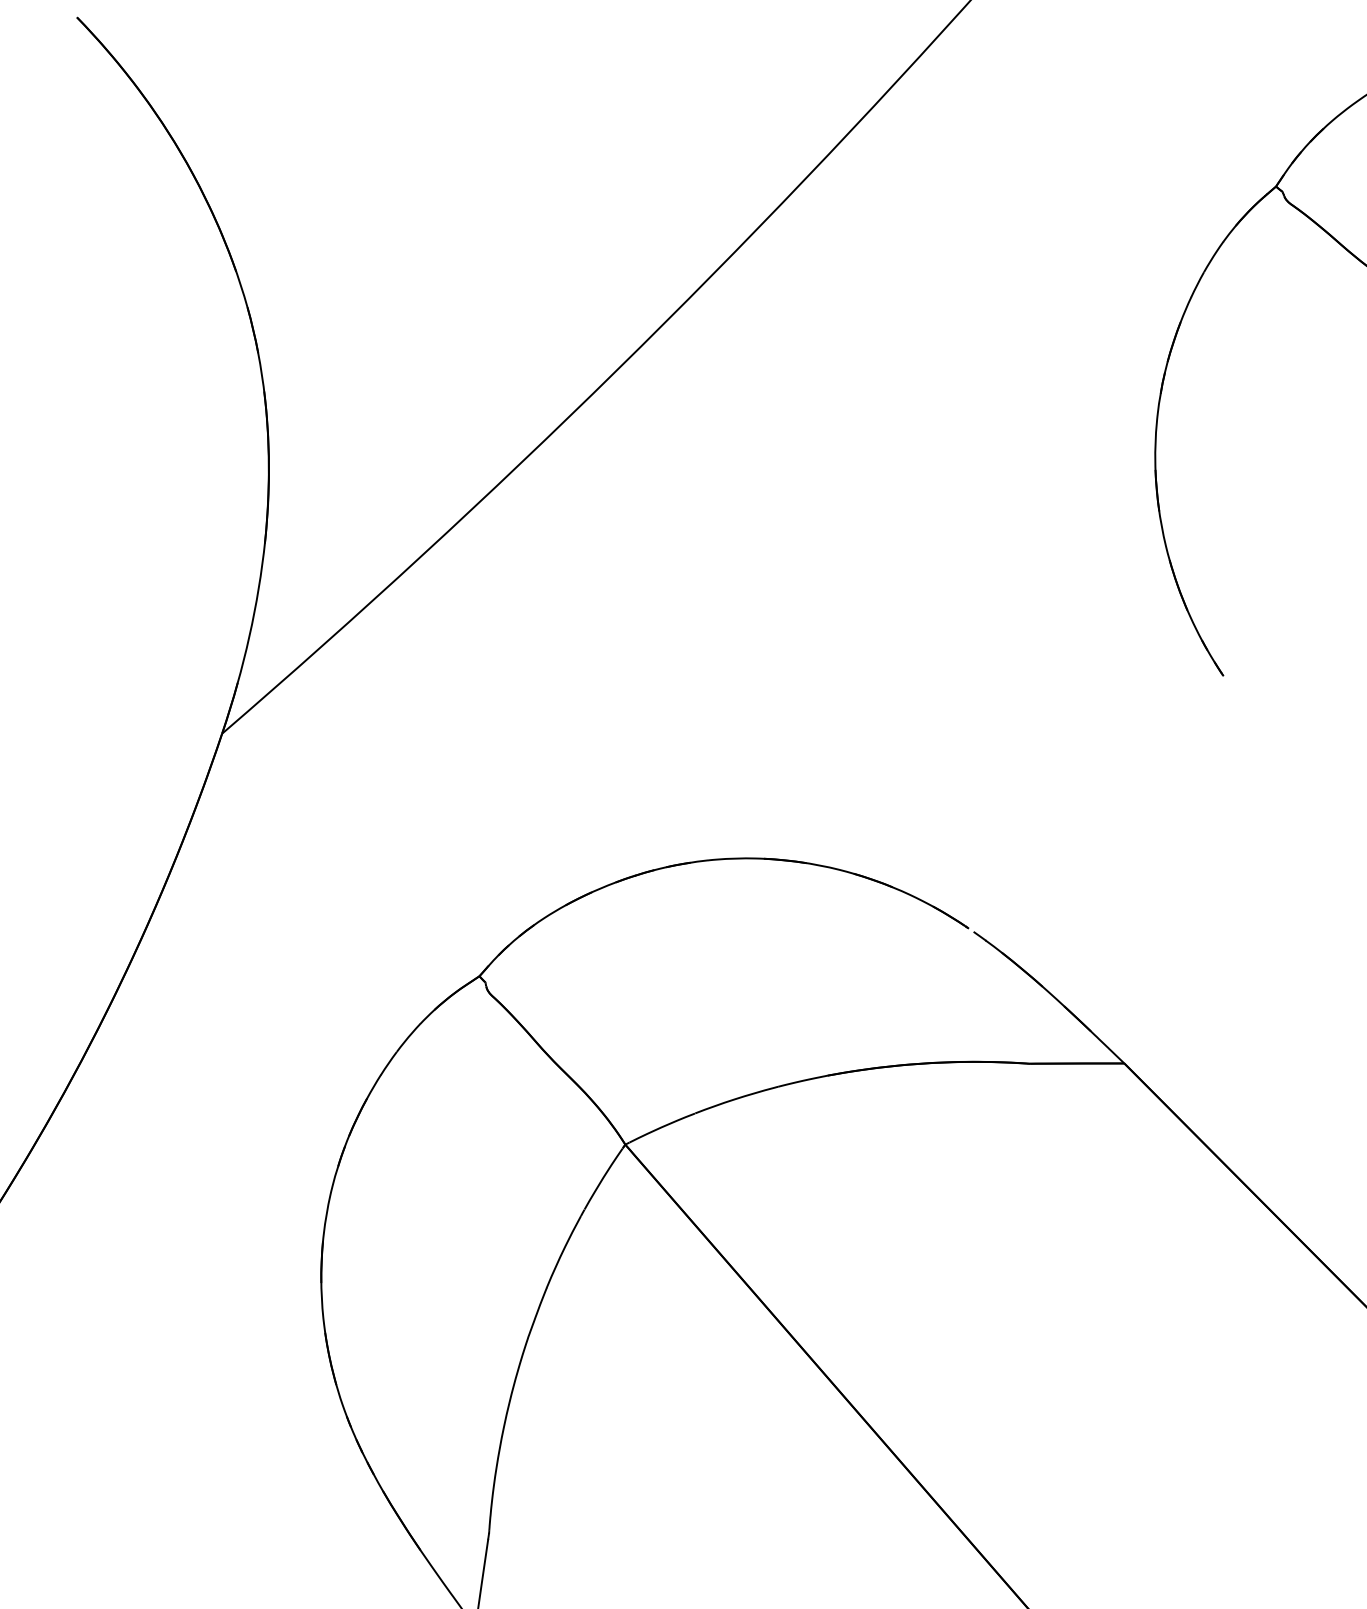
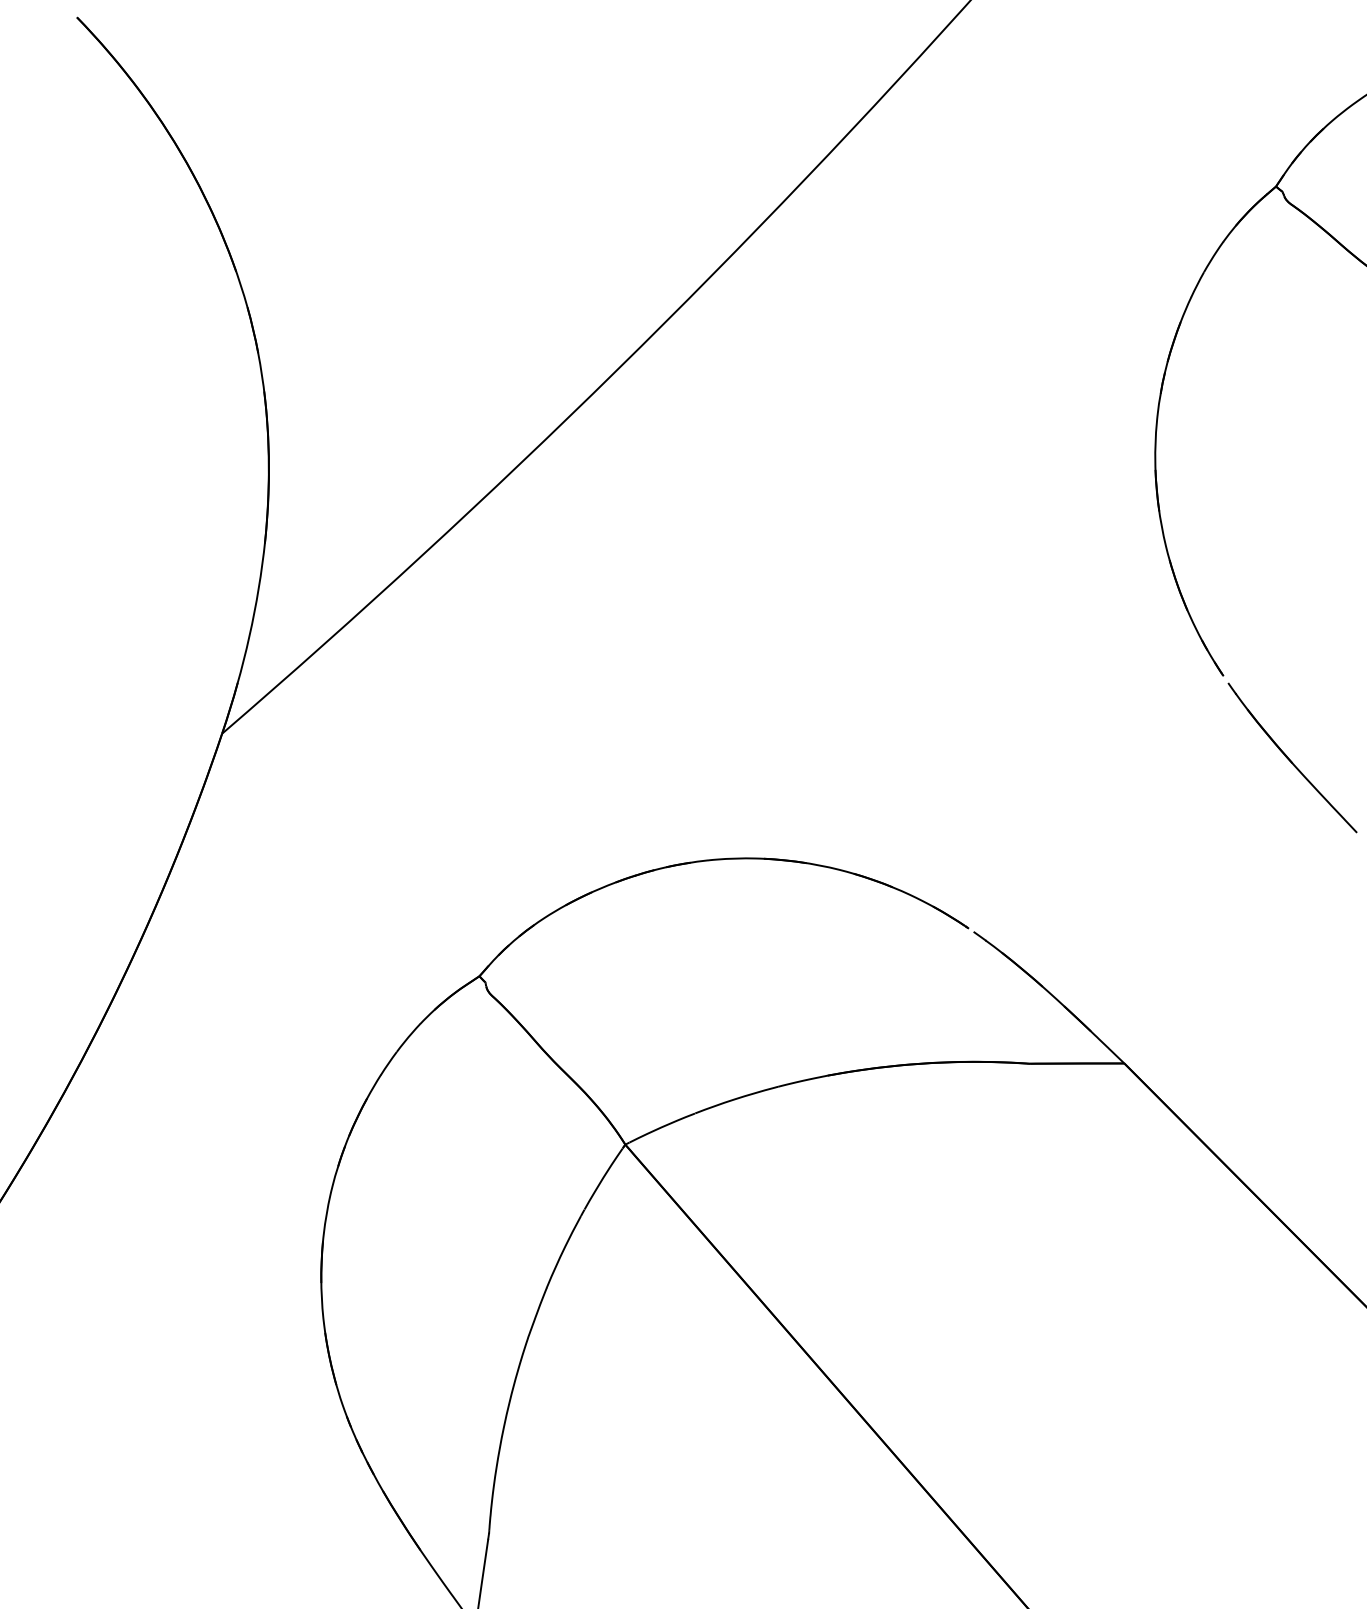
part at (1292, 757): none -> present
